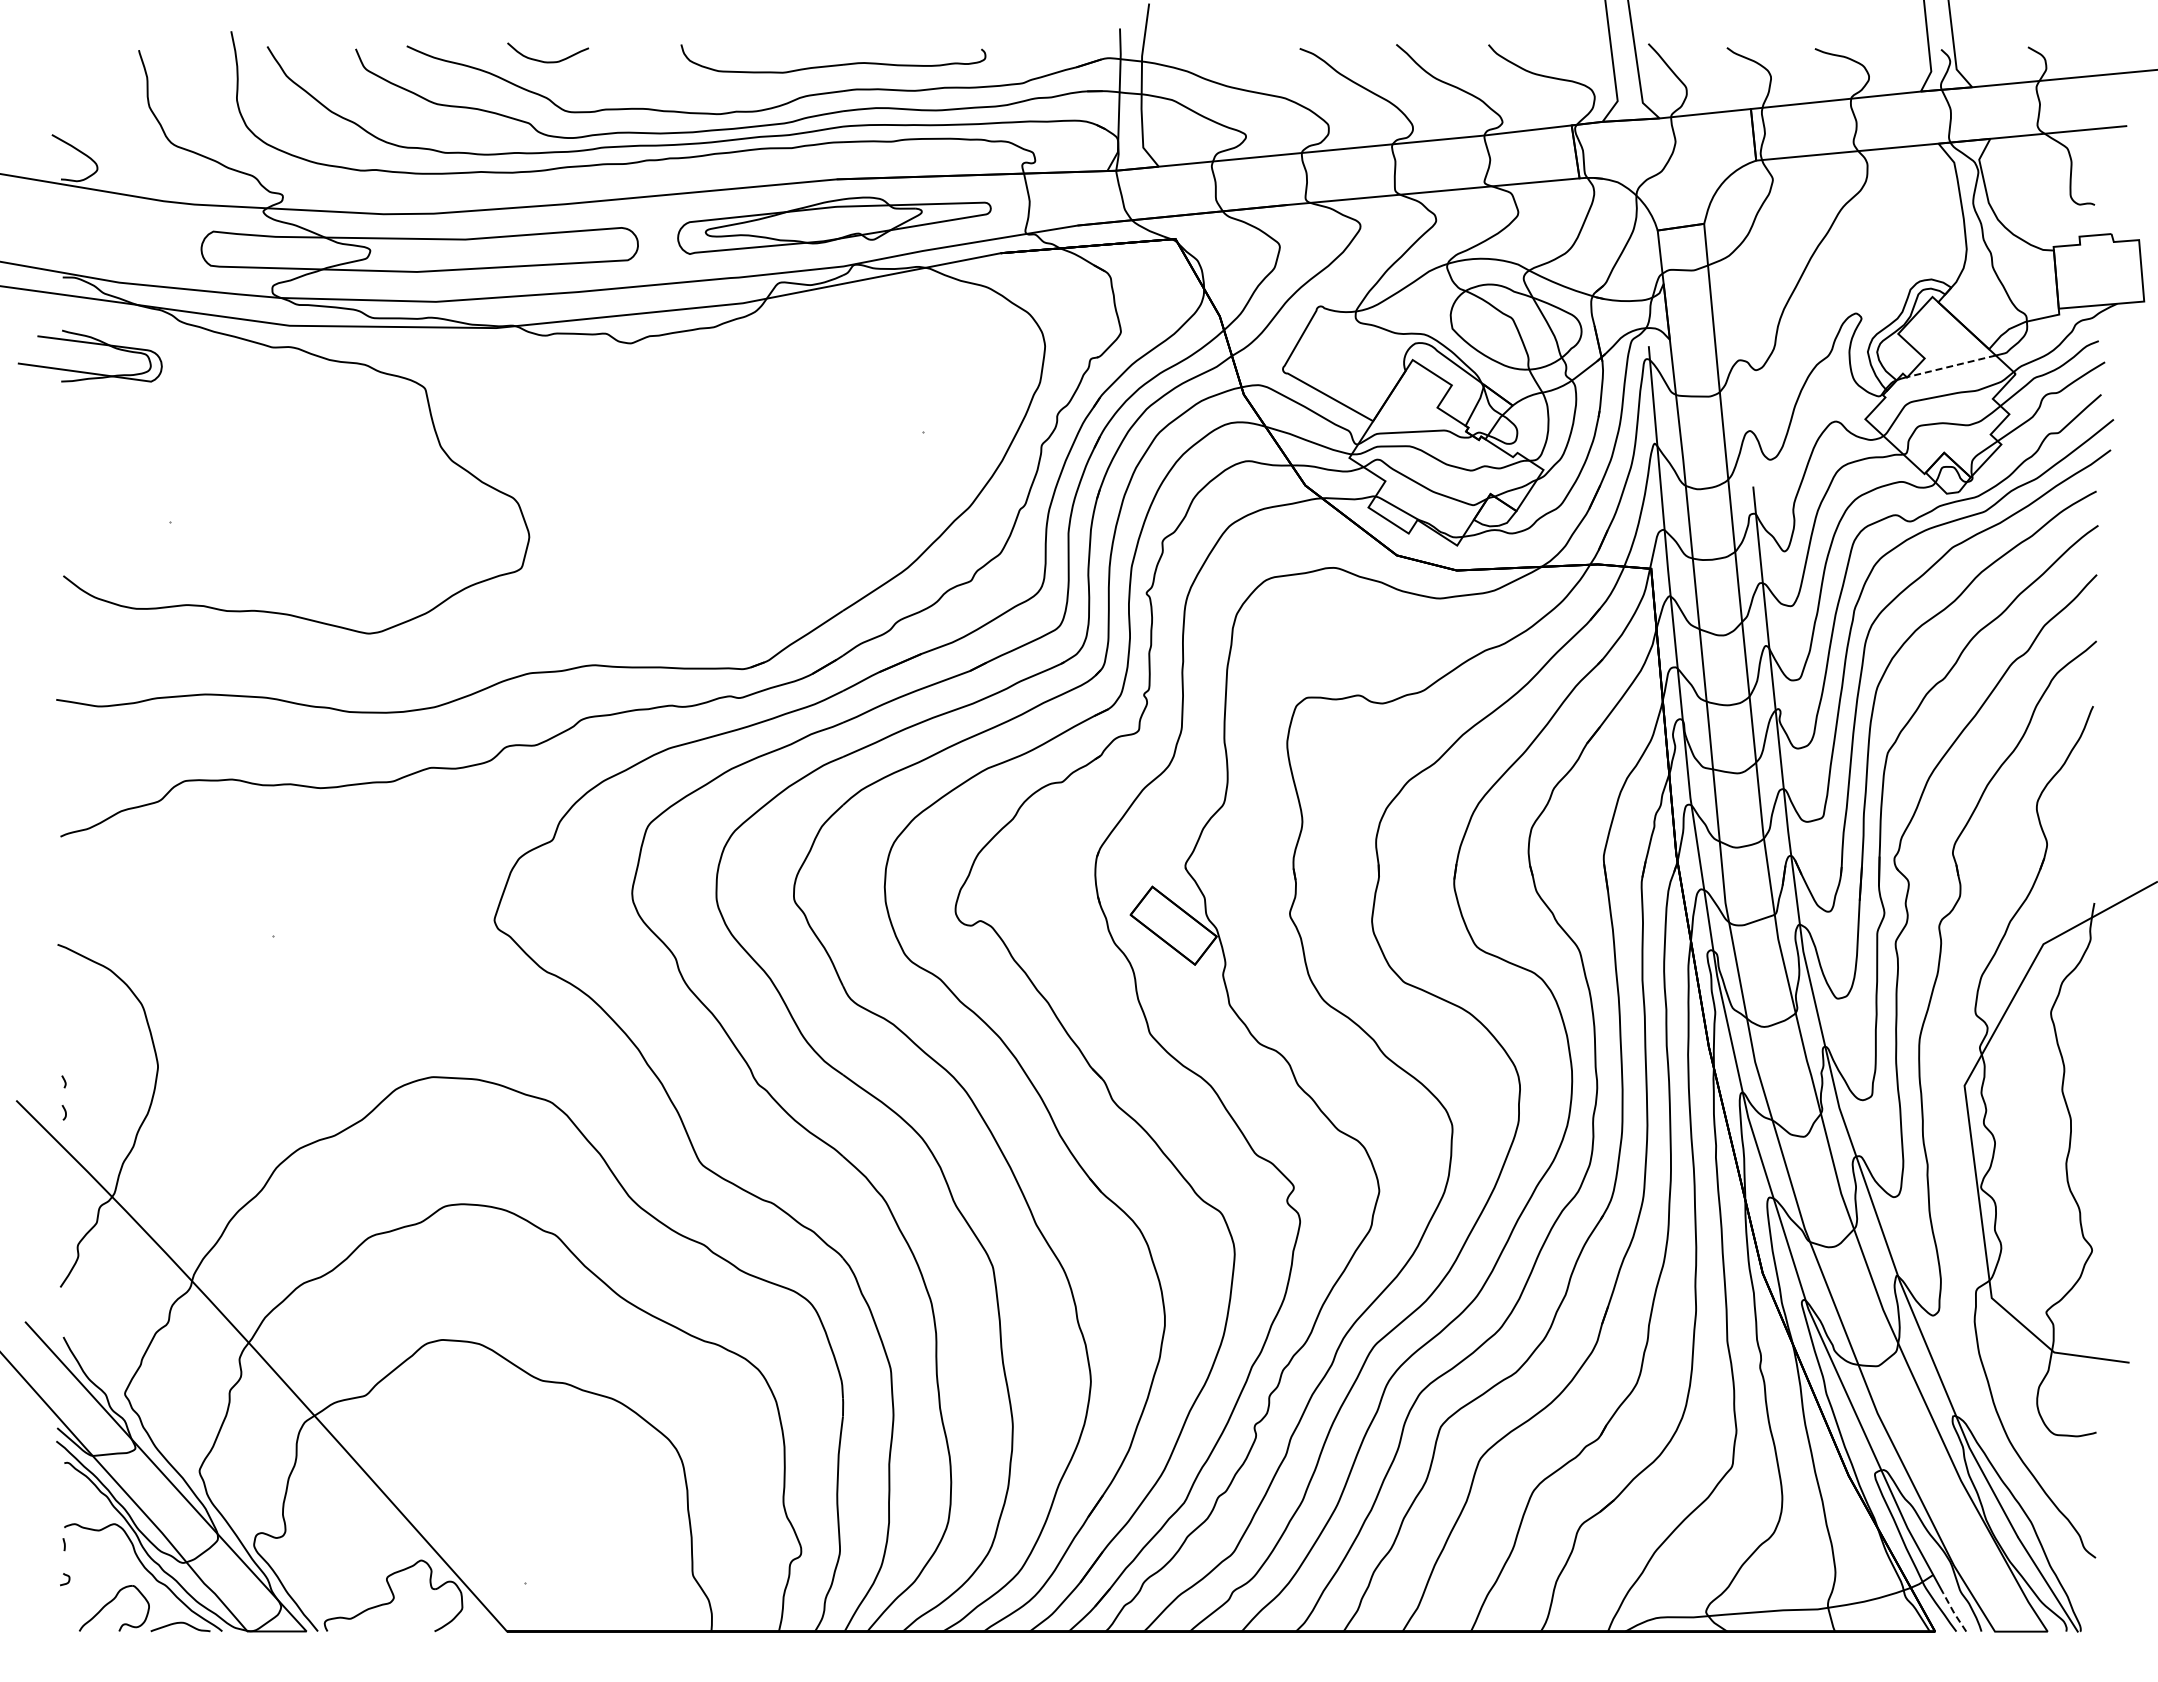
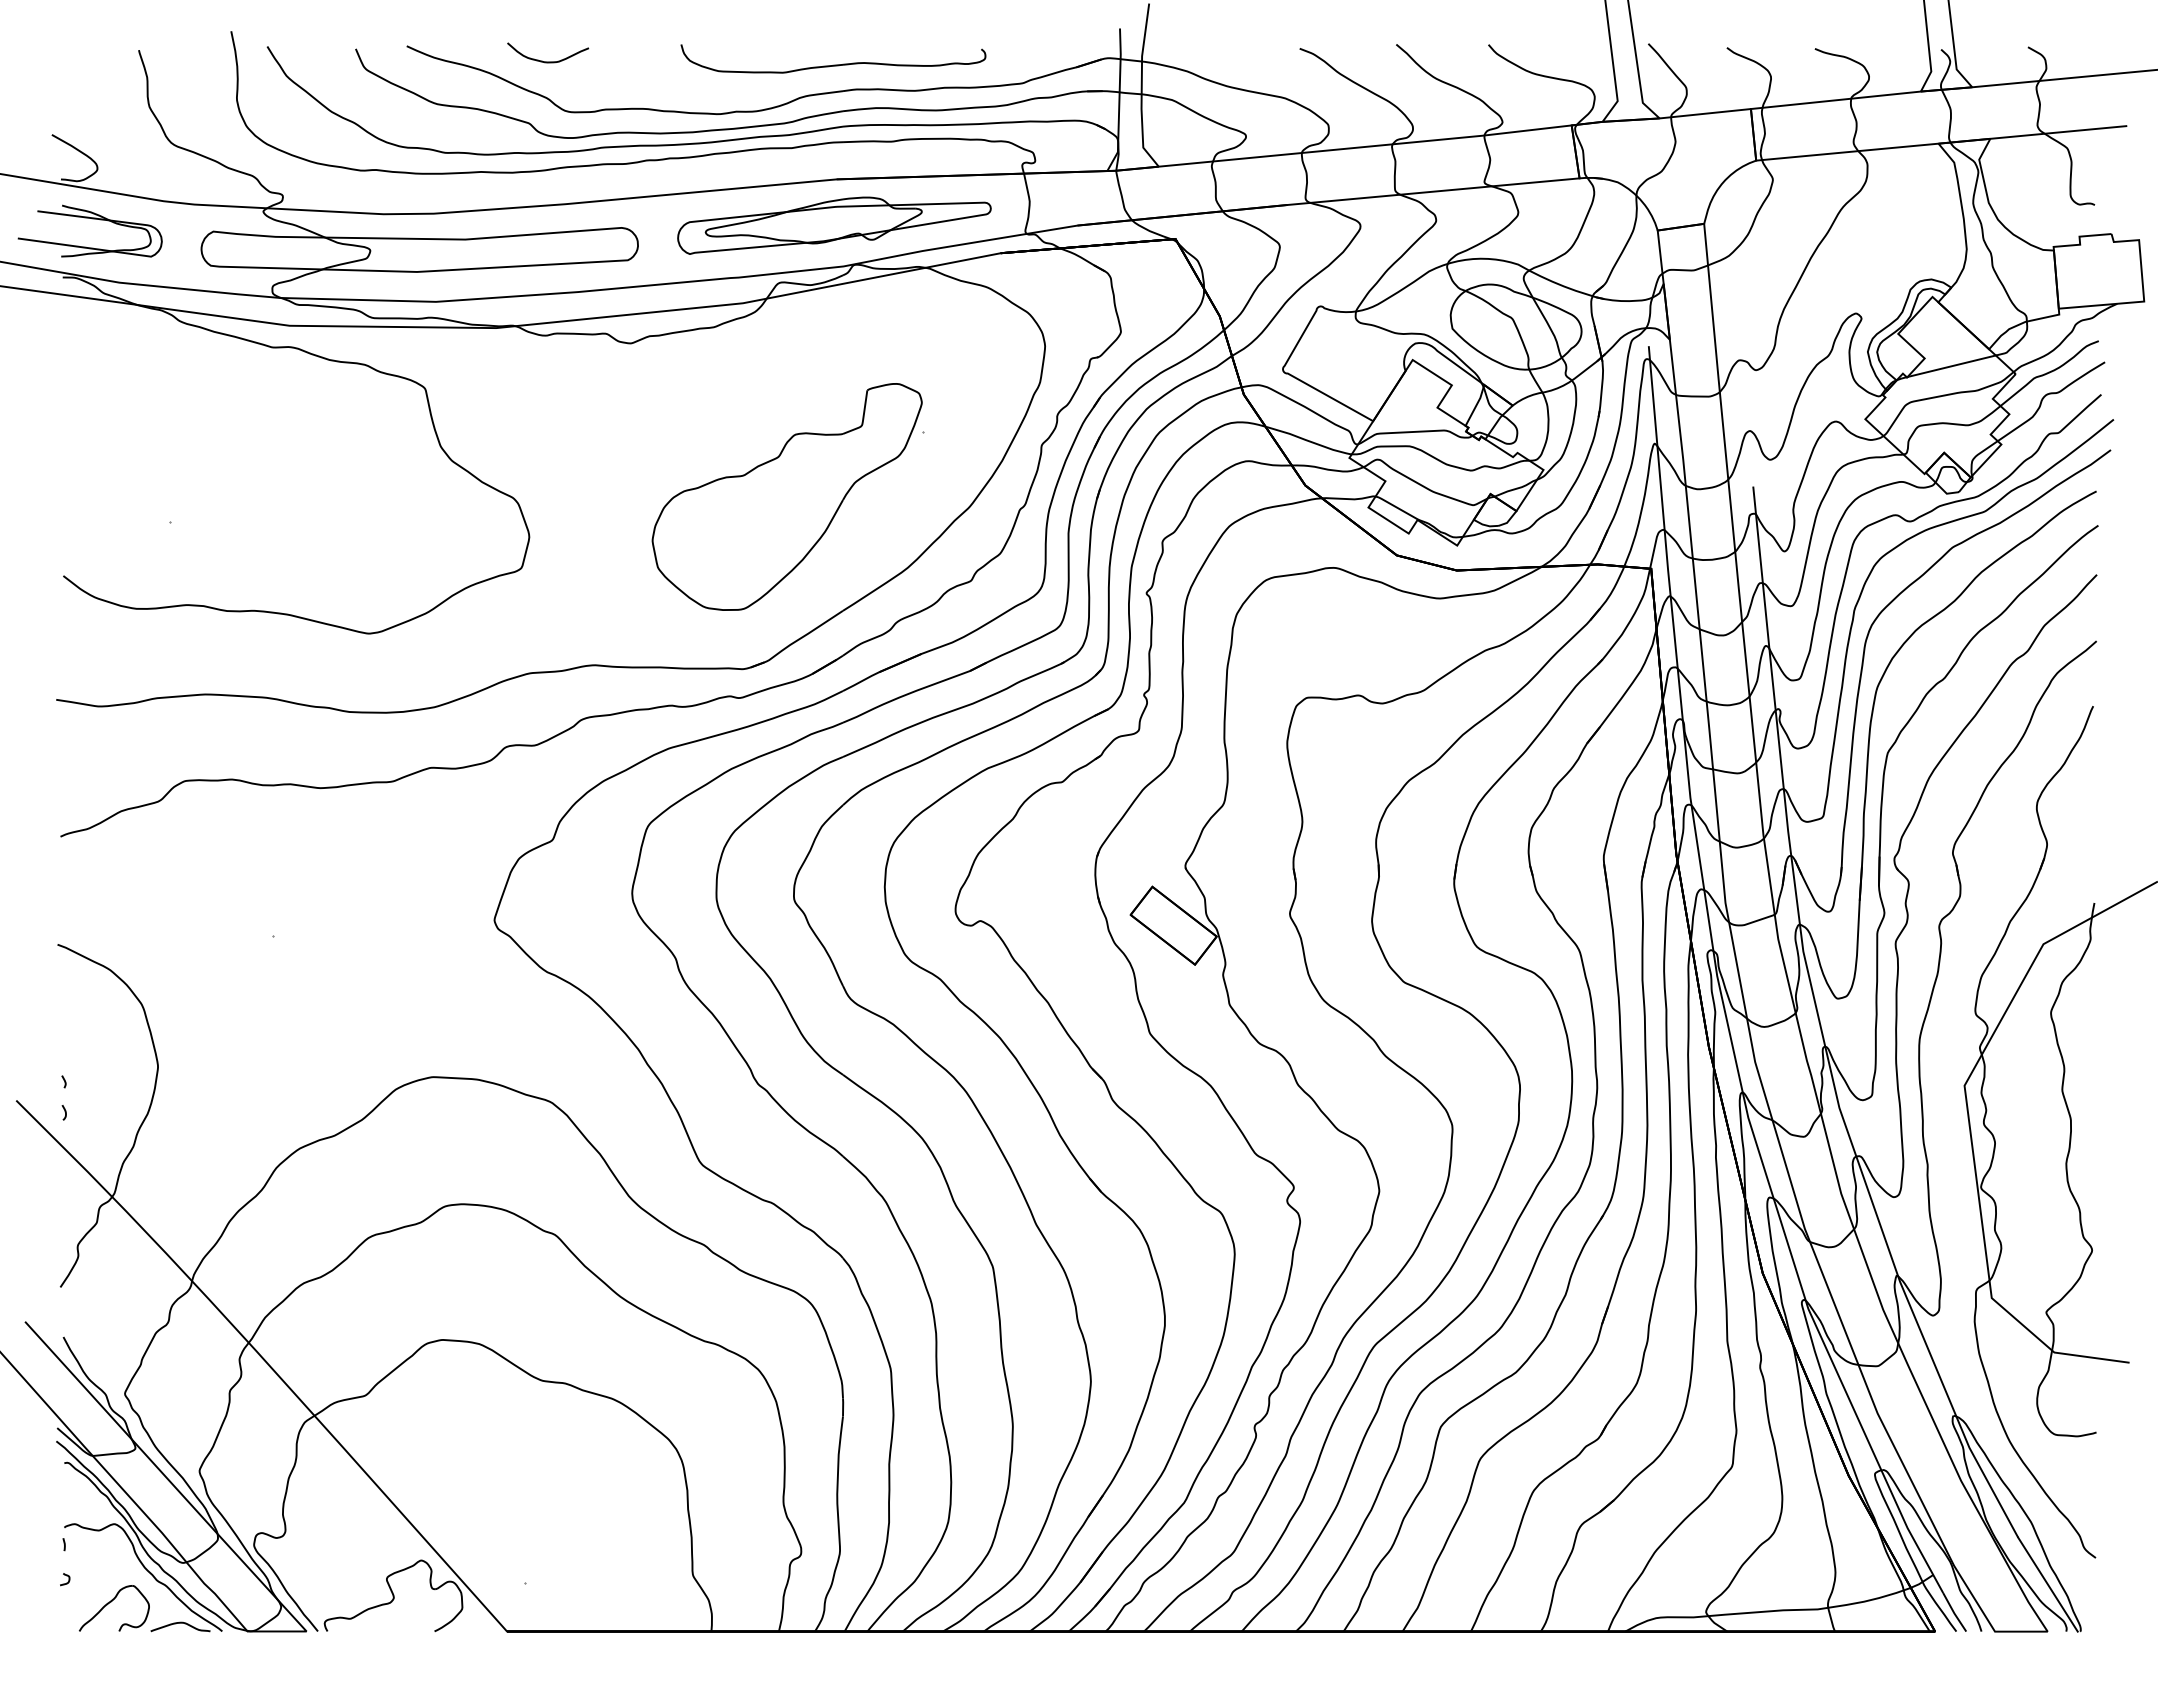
part at (92, 344) position: (92, 344) -> (92, 219)
line at (1951, 366): dashed -> solid
part at (786, 496): none -> present
line at (1953, 1612): dashed -> solid
